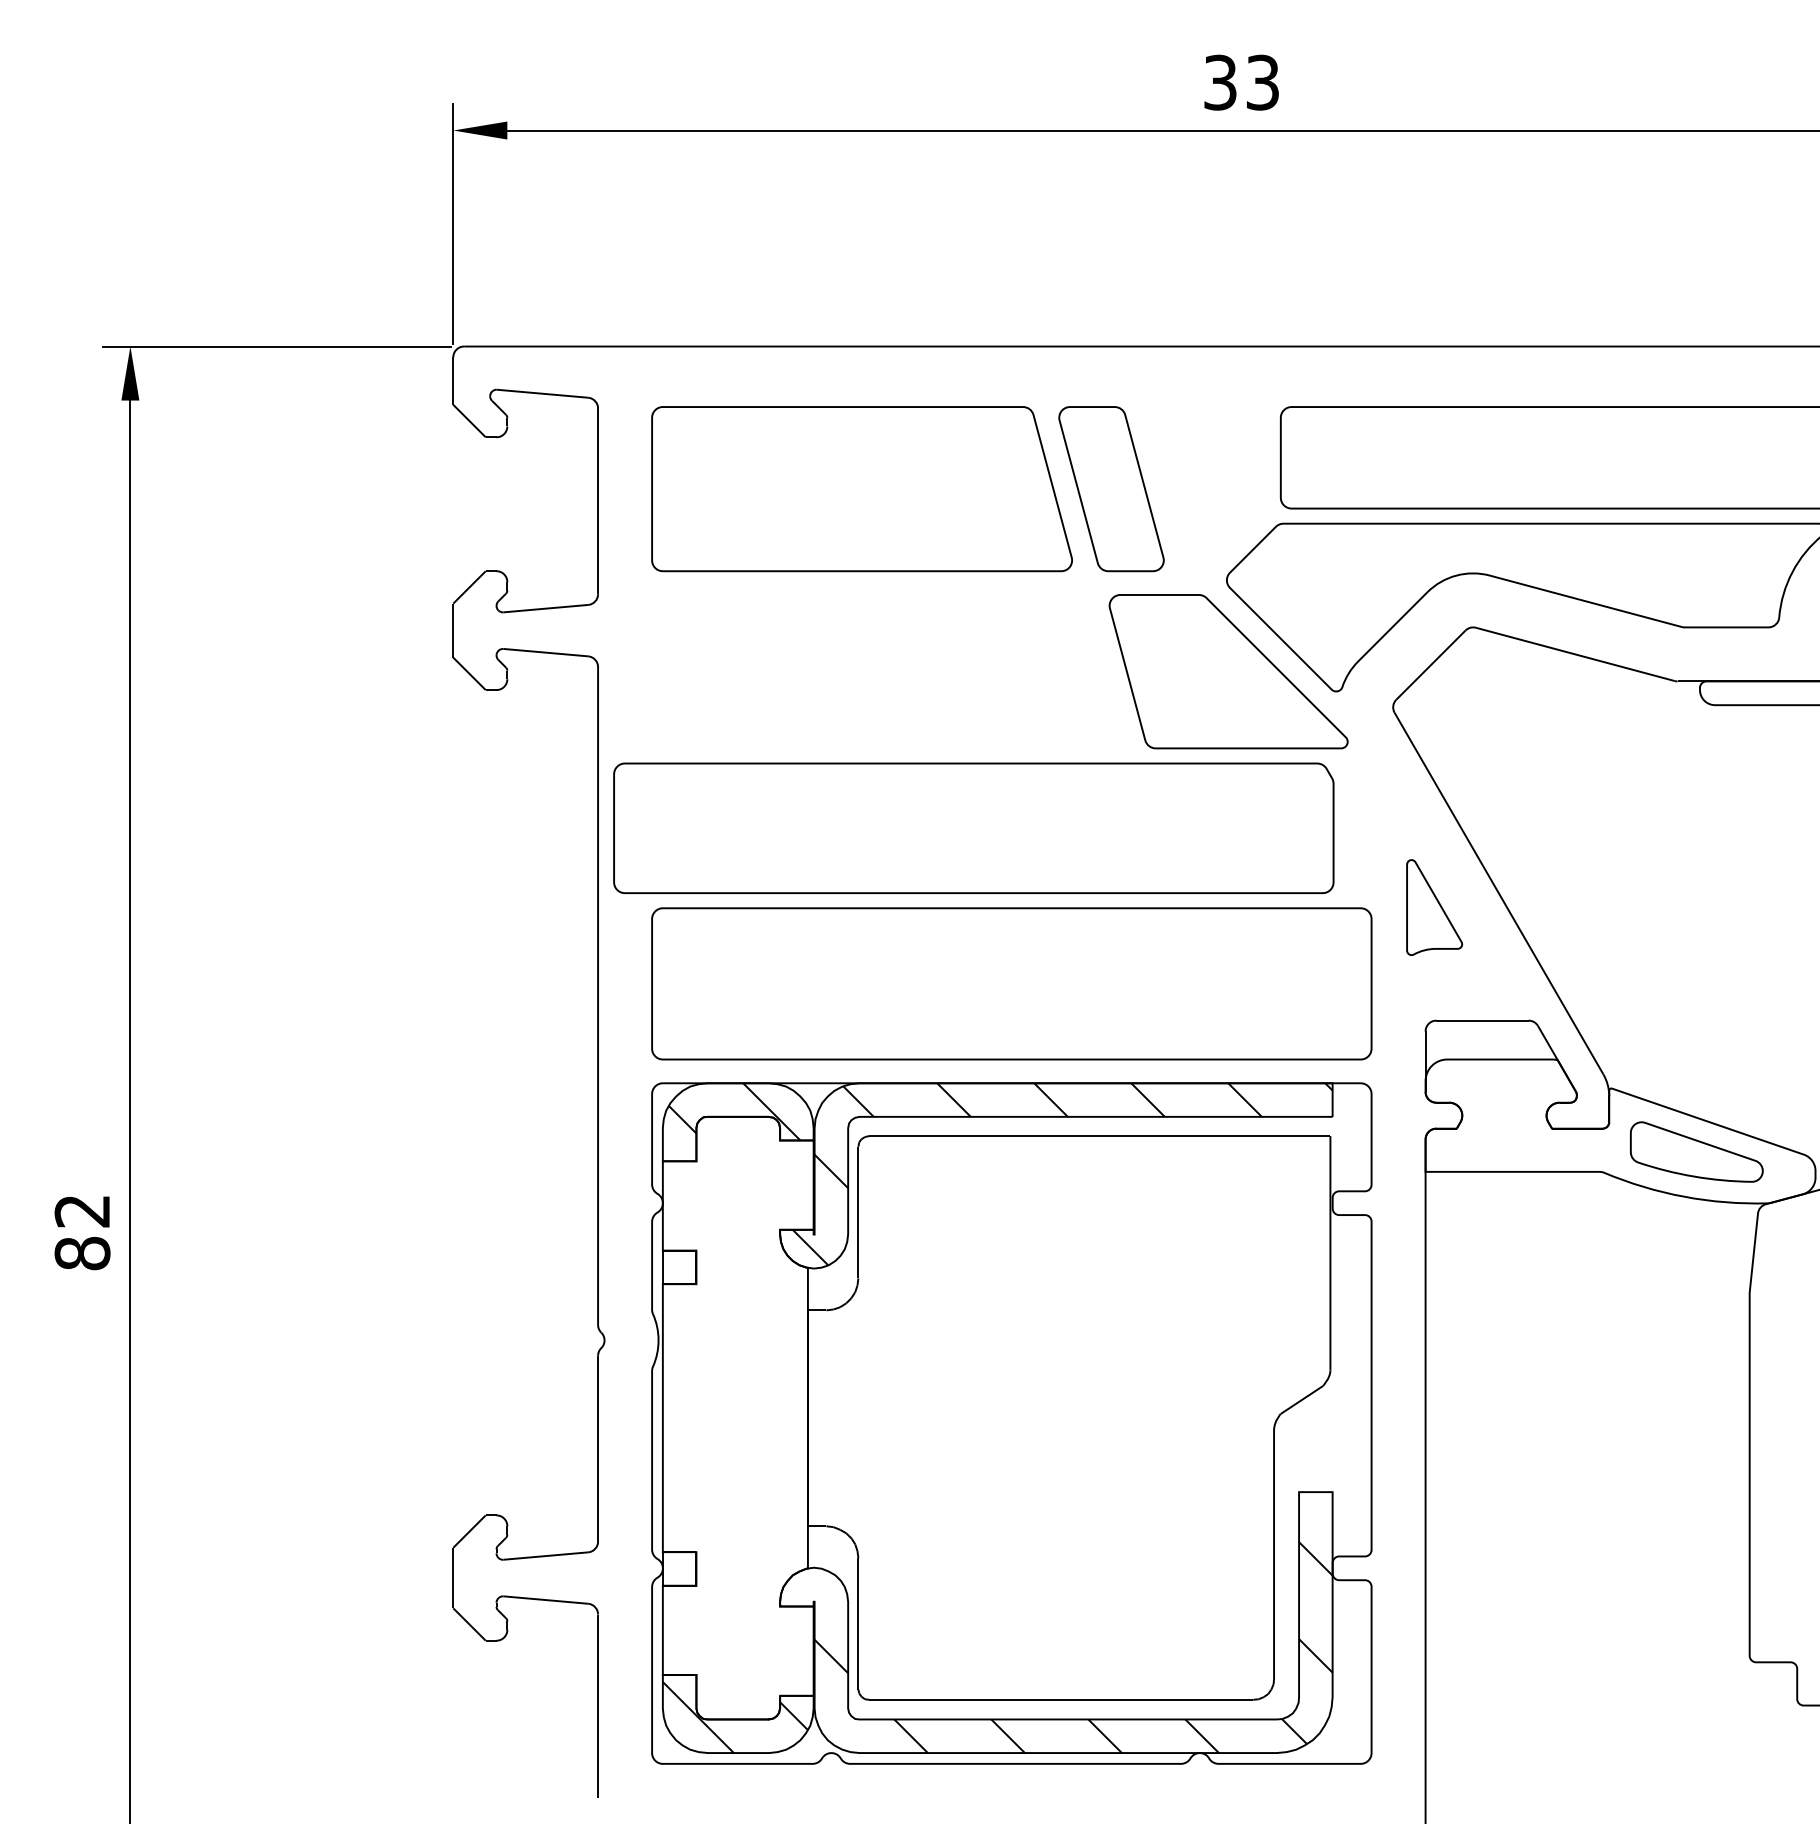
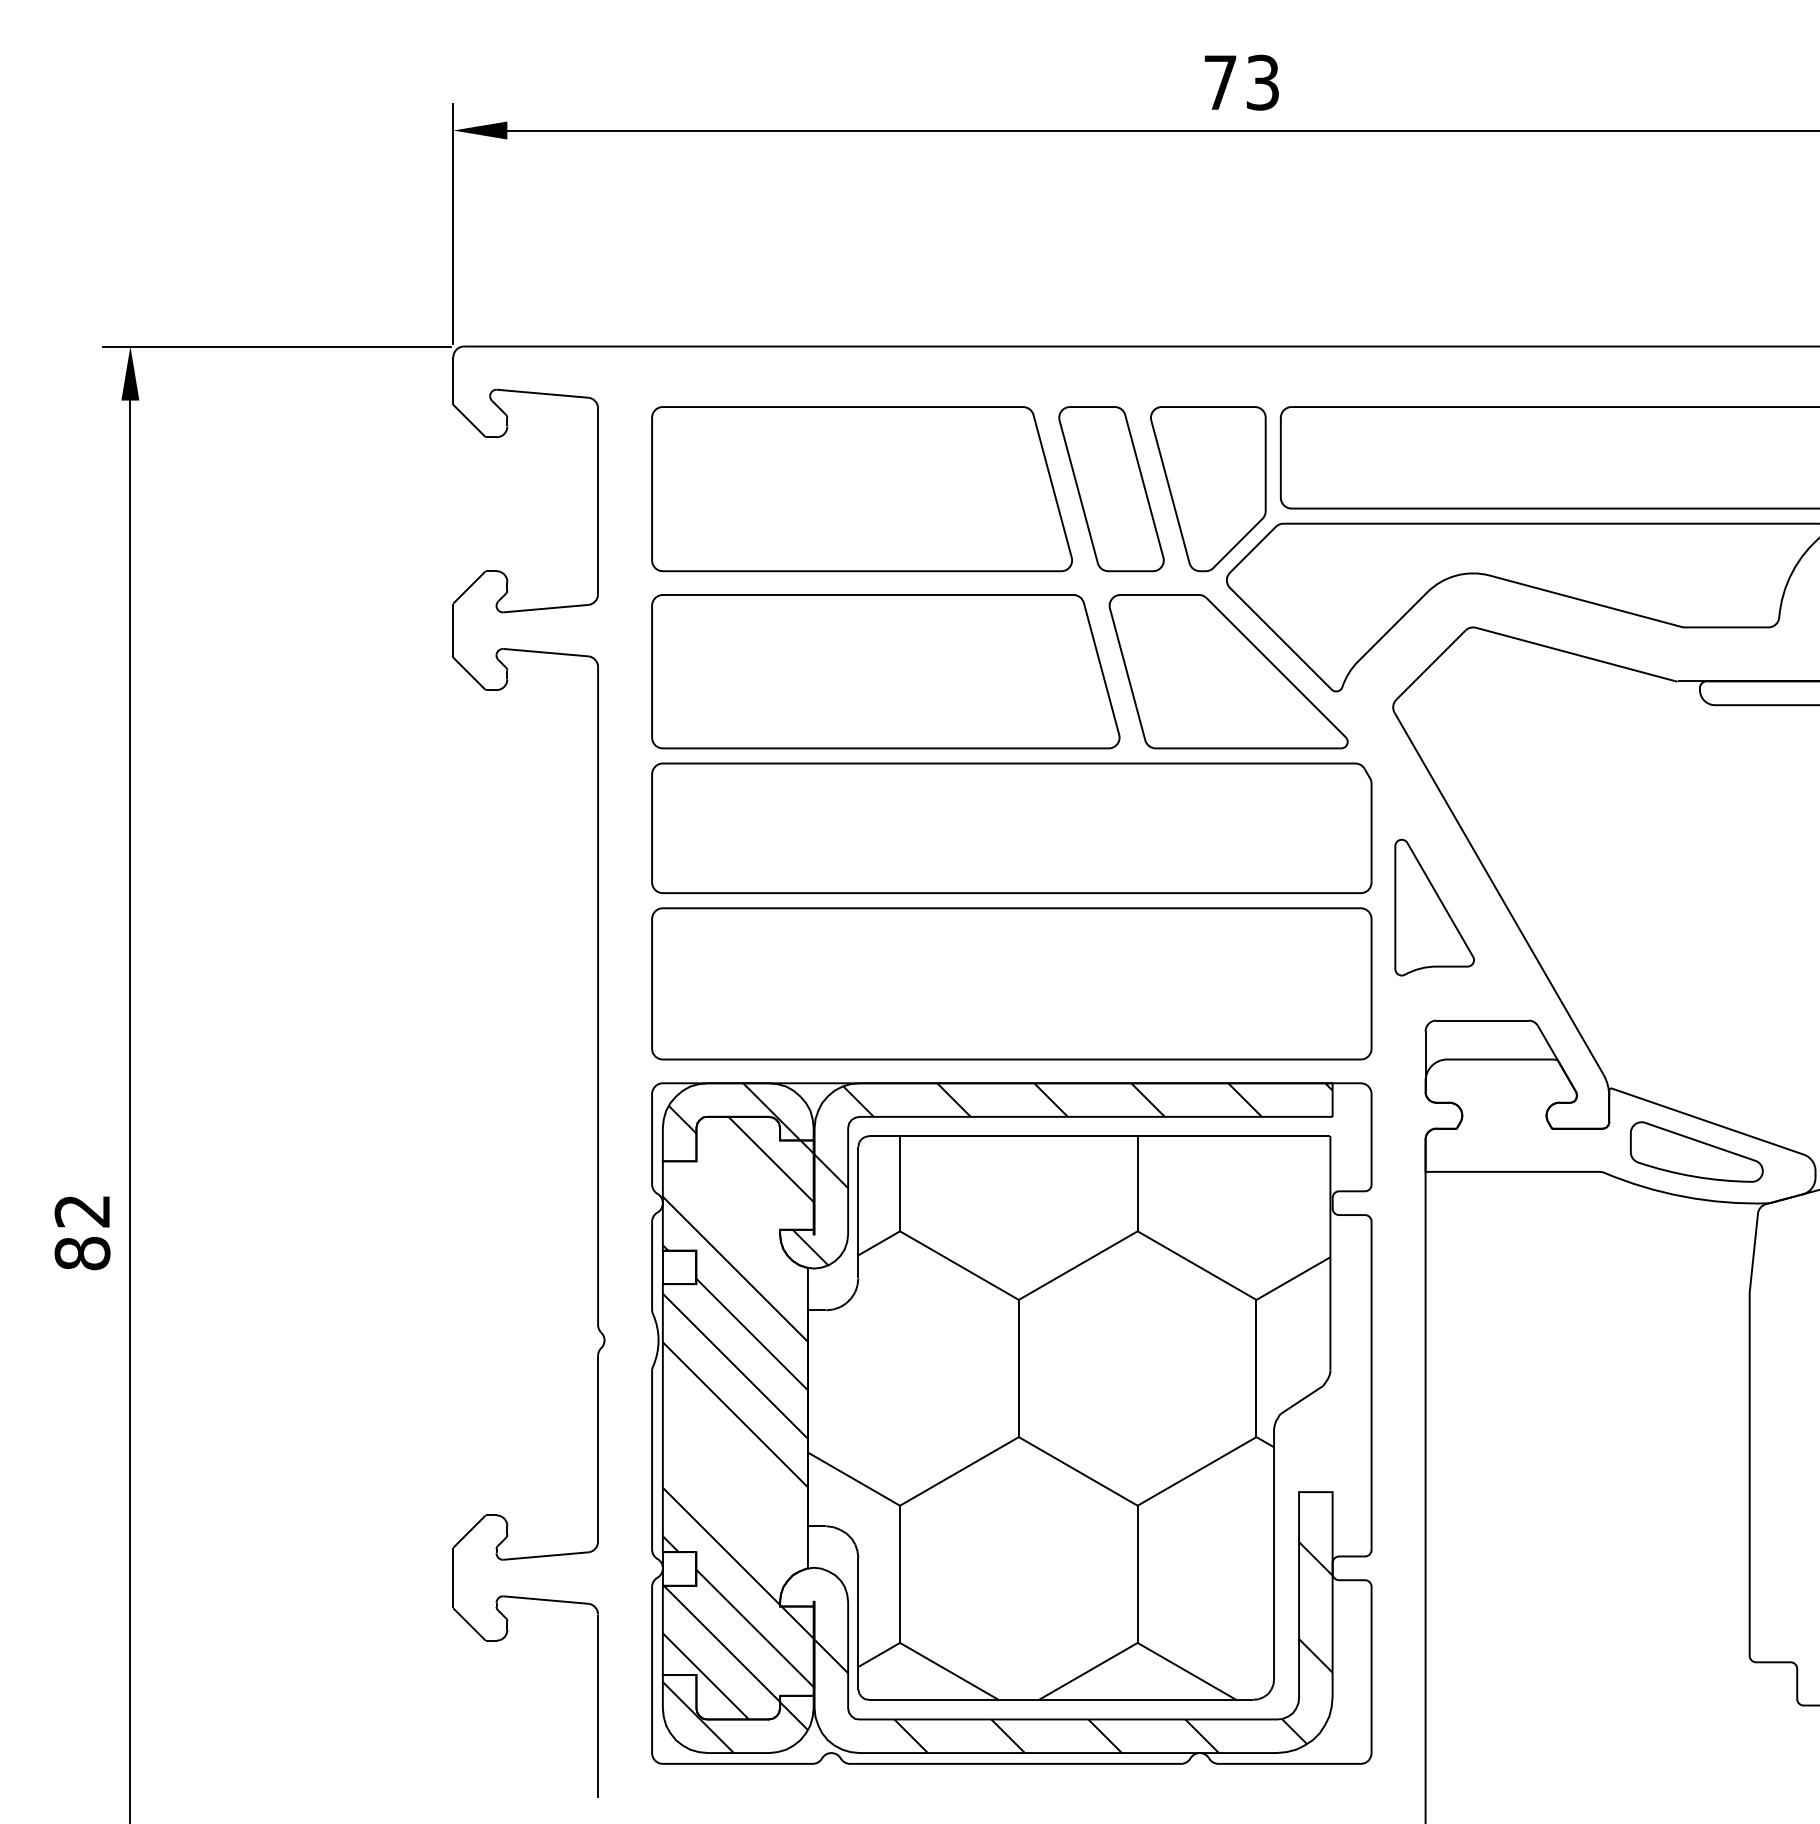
text at (1220, 82): 33 -> 73
part at (1208, 489): none -> present
part at (885, 671): none -> present
part at (973, 827) position: (973, 827) -> (1011, 827)
part at (1434, 907) size: 58x97 px -> 81x139 px
hatch at (737, 1417): none -> present
hatch at (1068, 1417): none -> present
